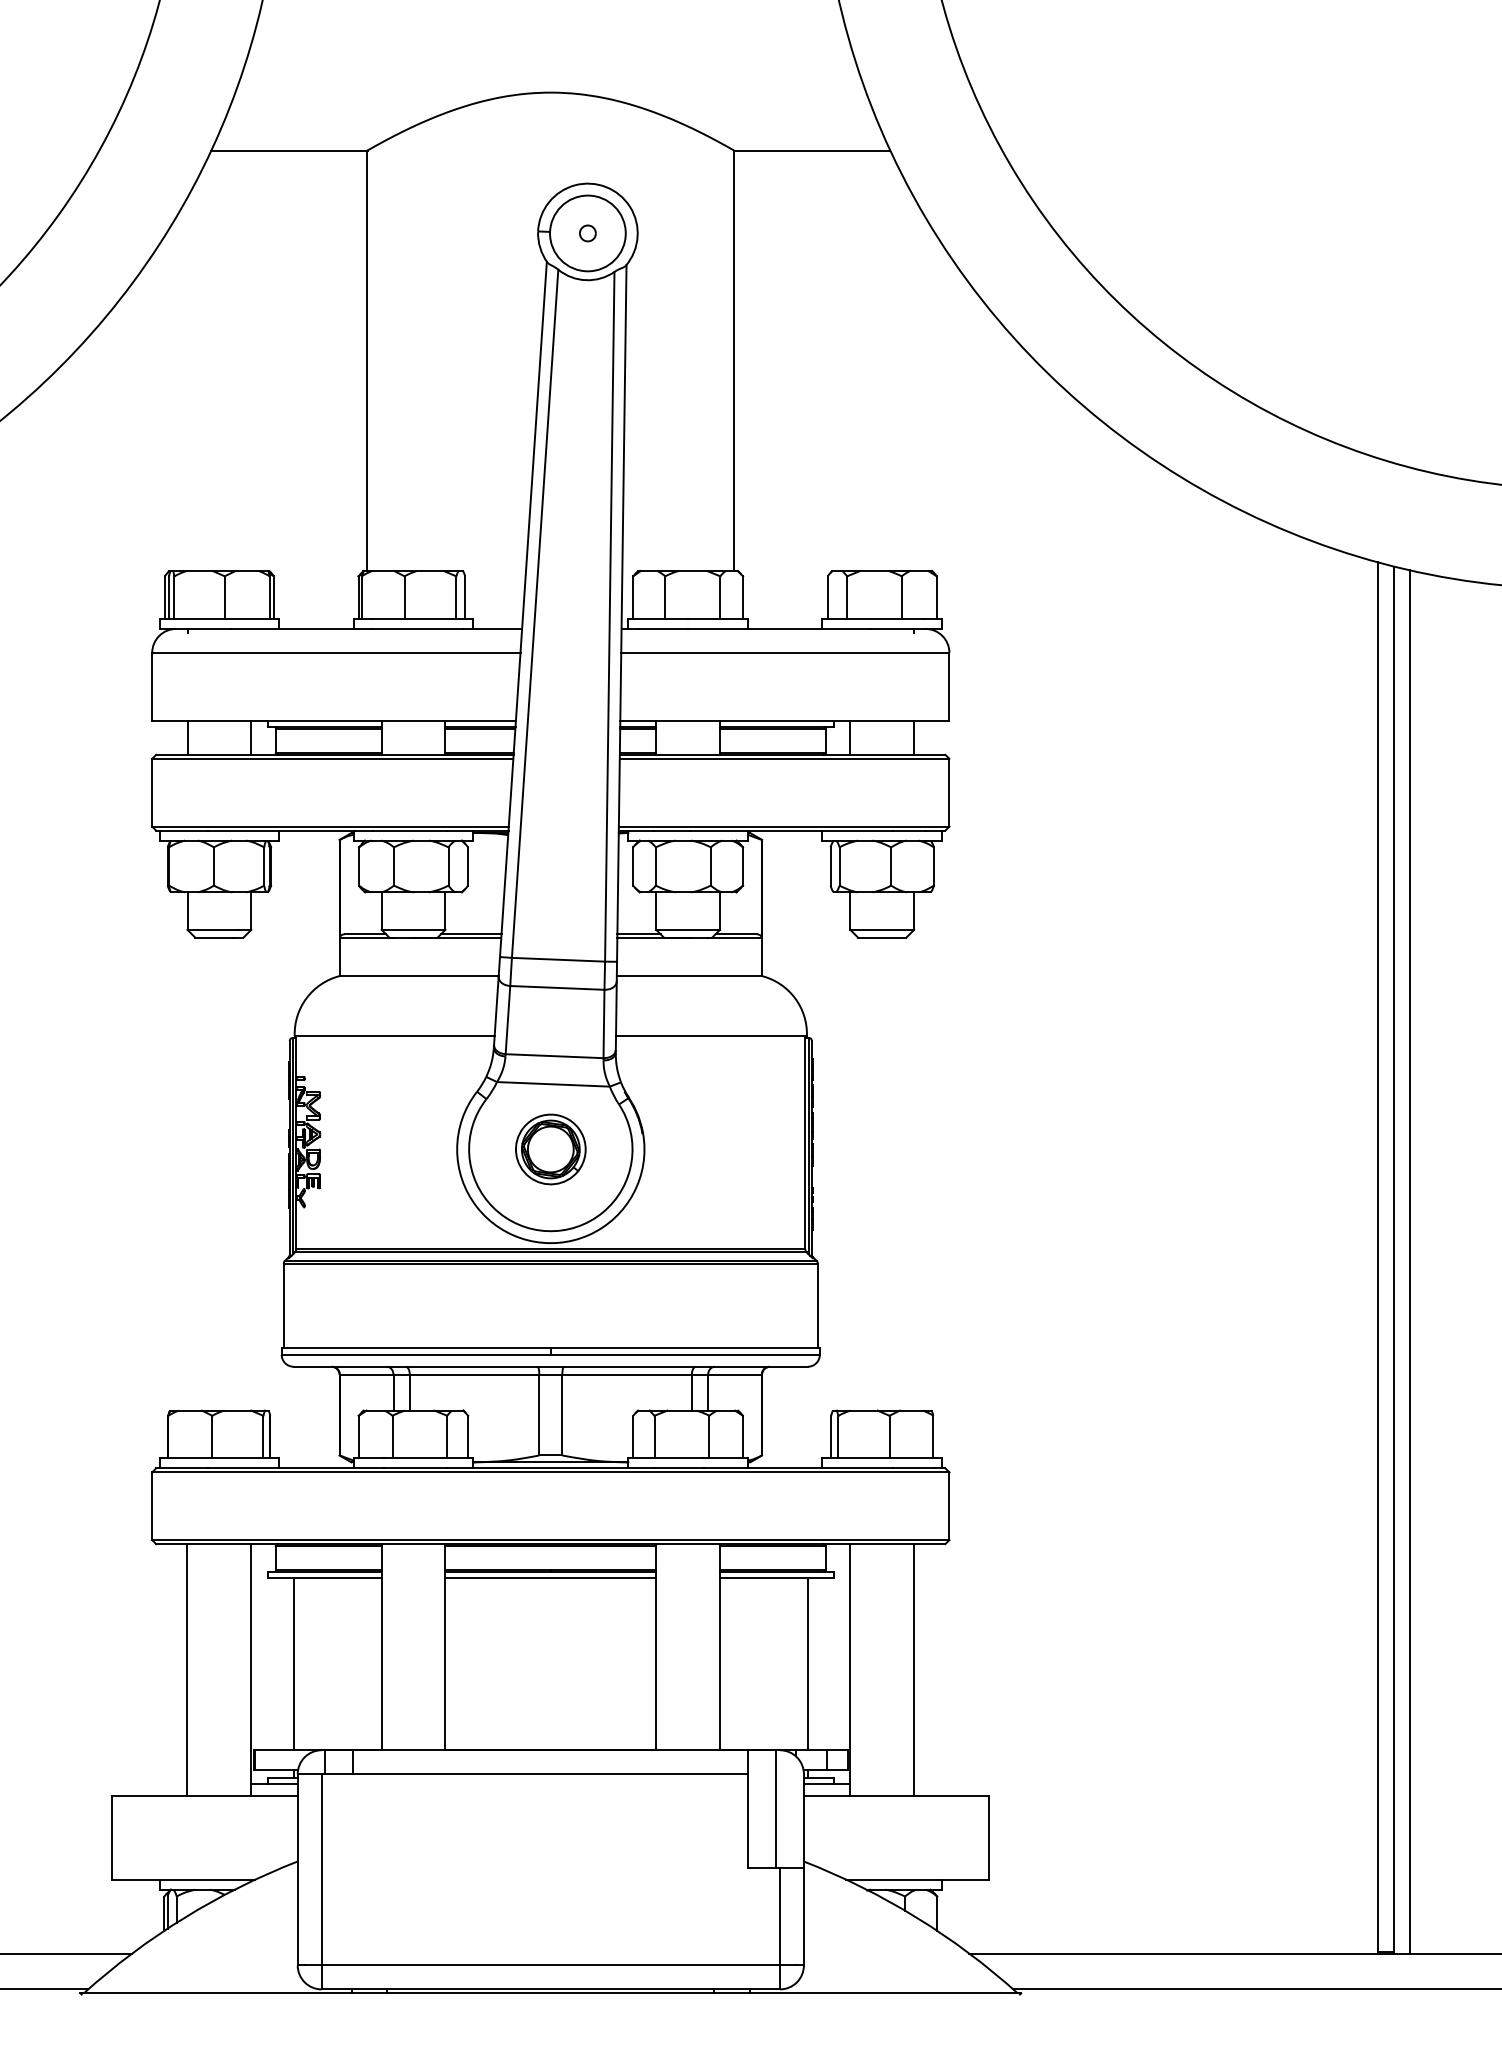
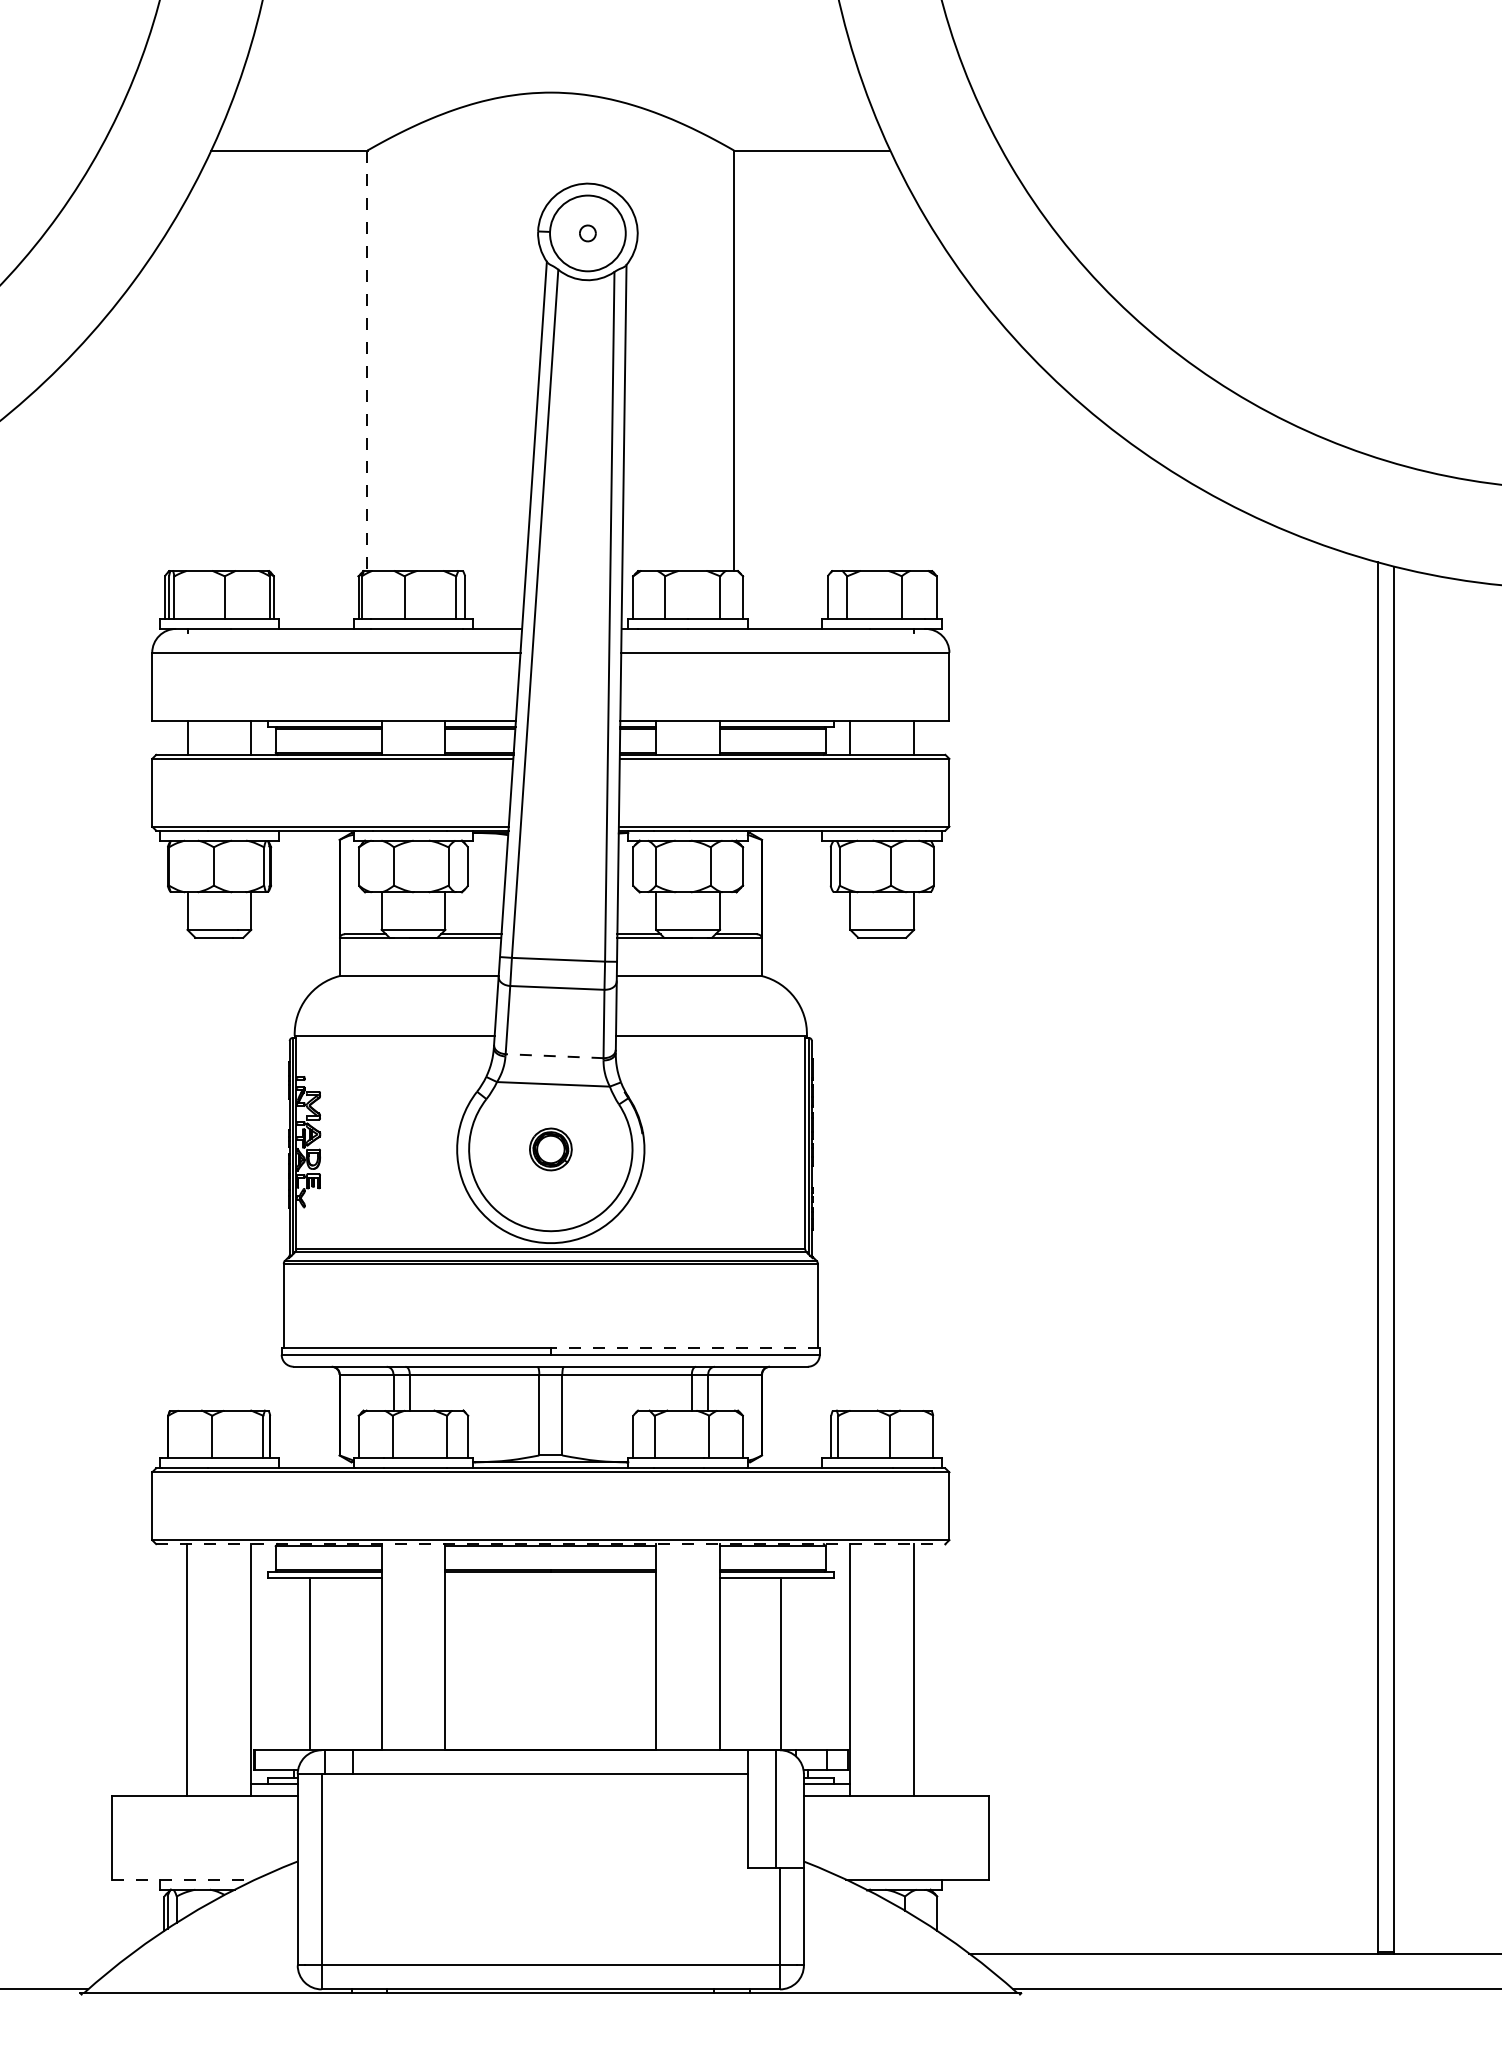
line at (367, 361): solid -> dashed
line at (554, 1056): solid -> dashed
part at (550, 1149) size: 72x73 px -> 44x45 px
line at (1409, 1261): present -> none
line at (685, 1347): solid -> dashed
line at (550, 1544): solid -> dashed
line at (550, 1578): present -> none
line at (293, 1663) position: (293, 1663) -> (309, 1663)
line at (807, 1663) position: (807, 1663) -> (780, 1663)
line at (184, 1879): solid -> dashed
line at (67, 1953): present -> none
